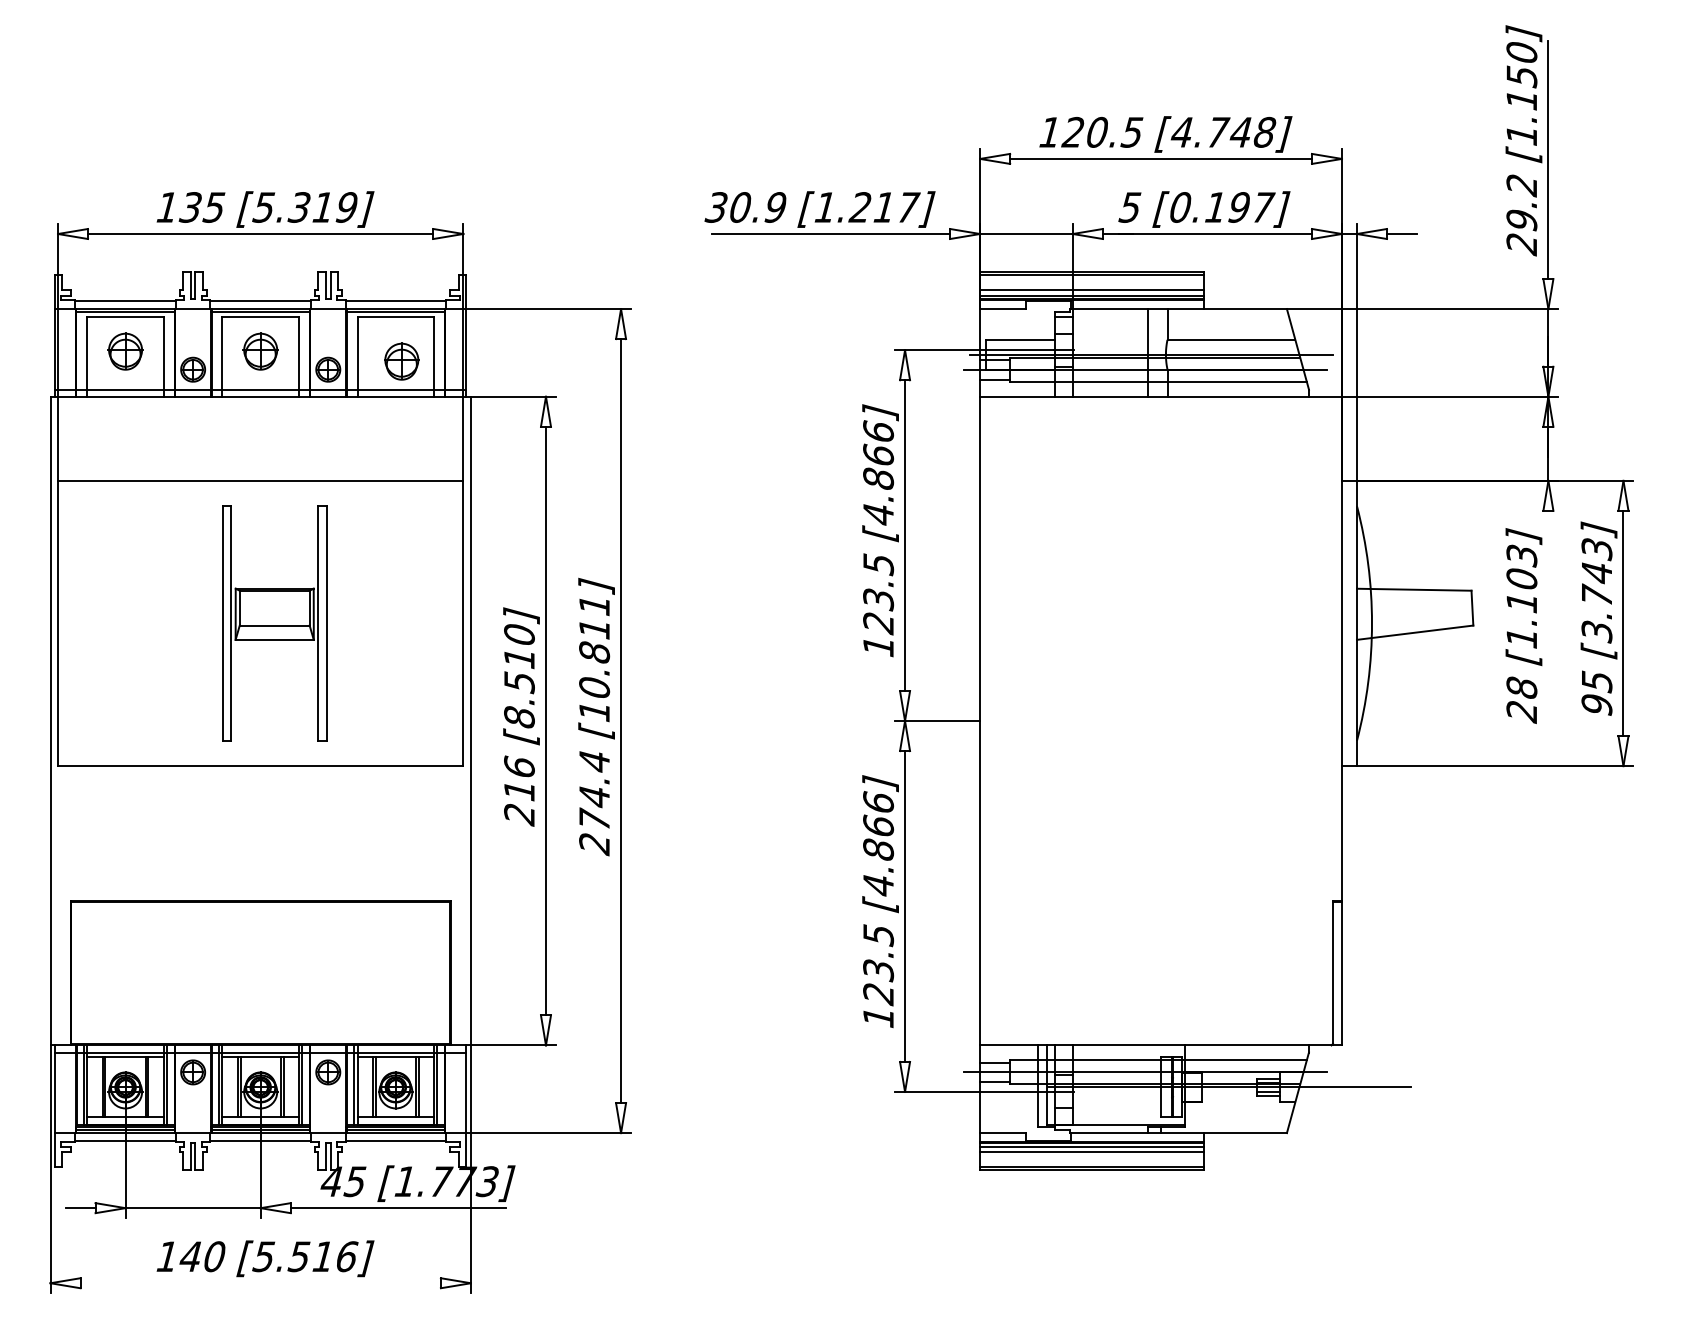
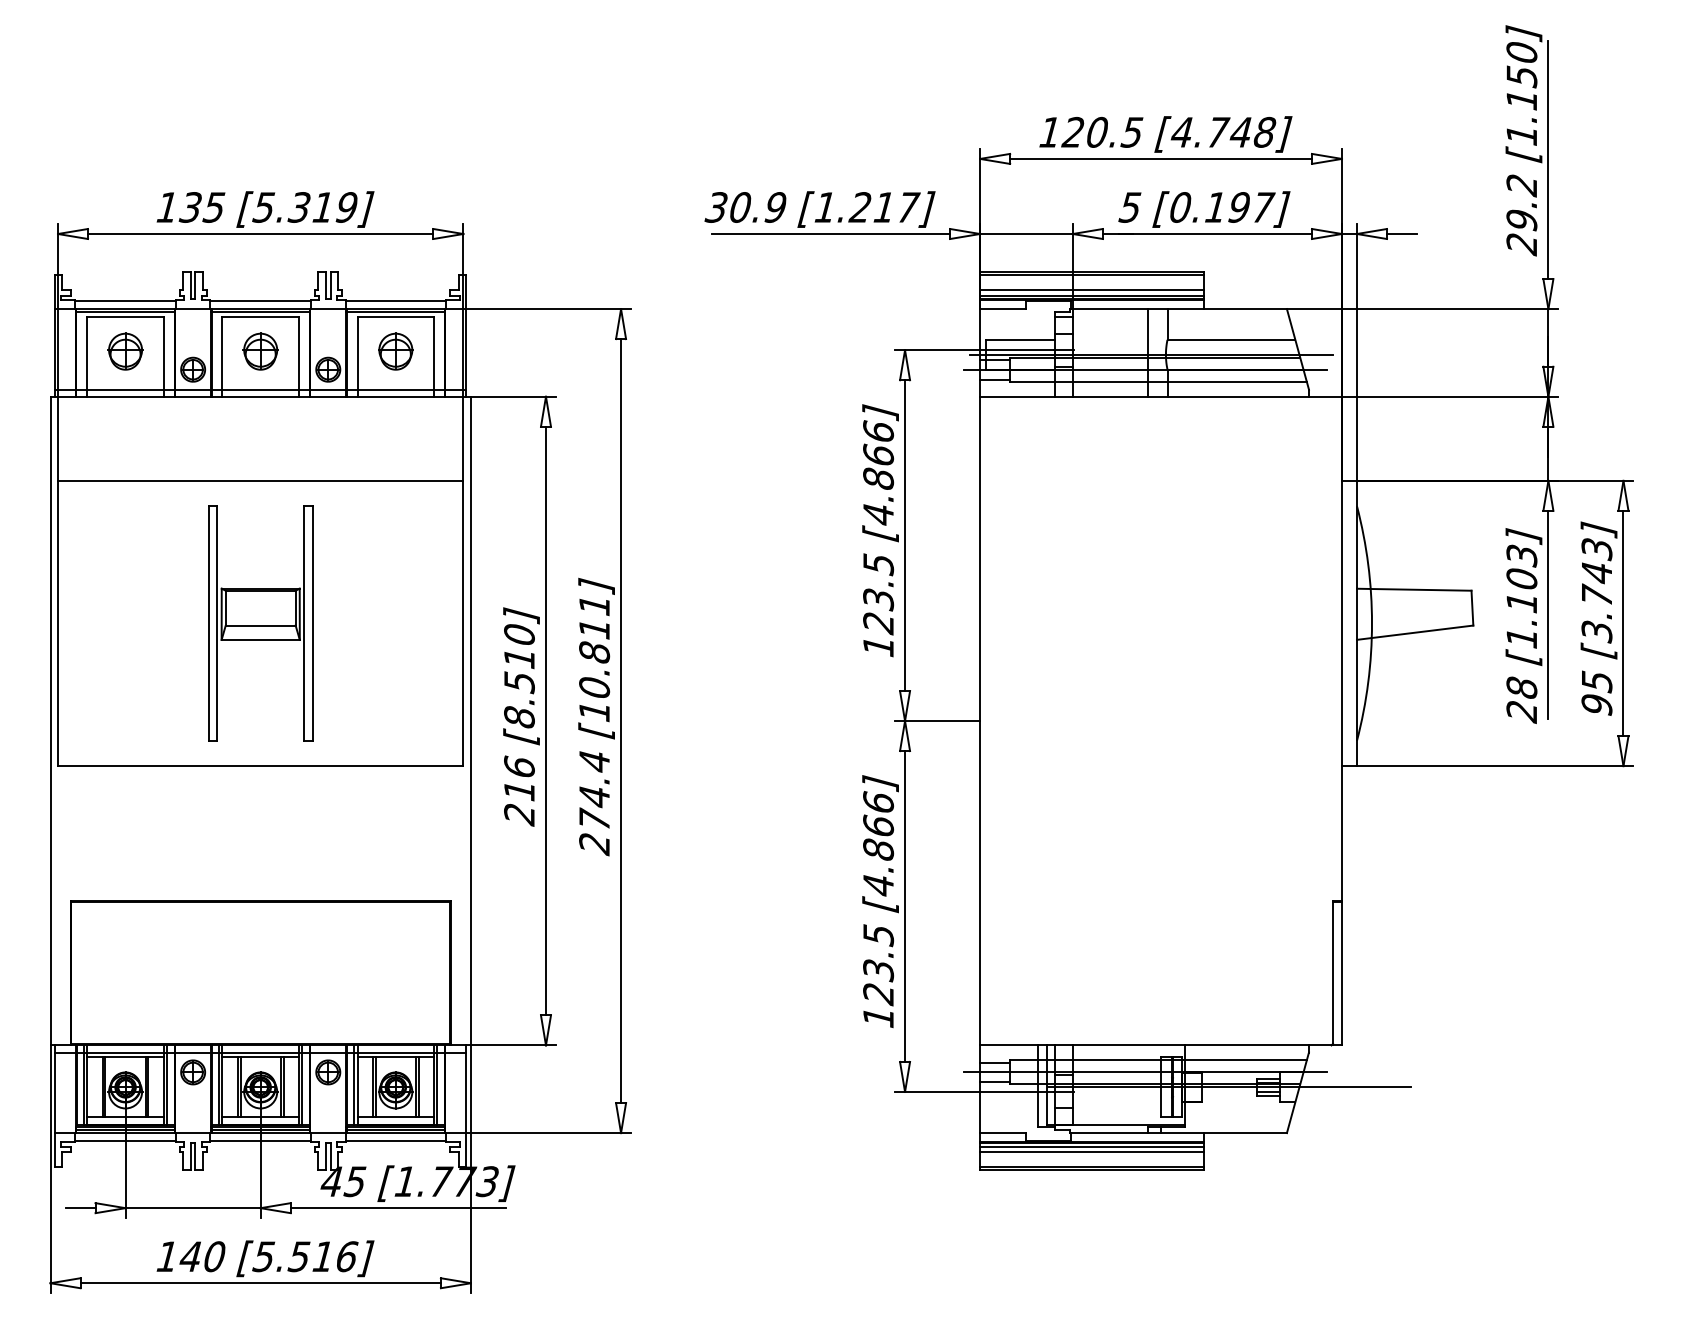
part at (401, 361) position: (401, 361) -> (395, 351)
line at (1548, 614): none -> present
part at (274, 623) position: (274, 623) -> (260, 623)
line at (260, 1283): none -> present
